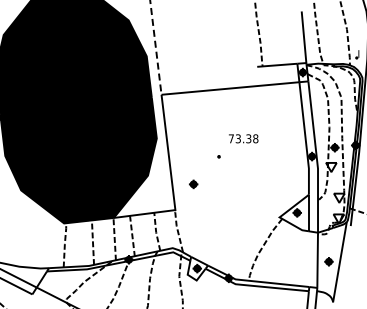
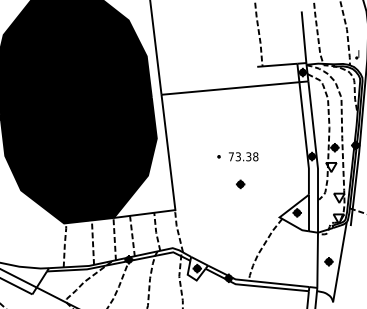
line at (155, 47): dashed -> solid
text at (243, 138) position: (243, 138) -> (243, 156)
part at (193, 184) position: (193, 184) -> (240, 184)
